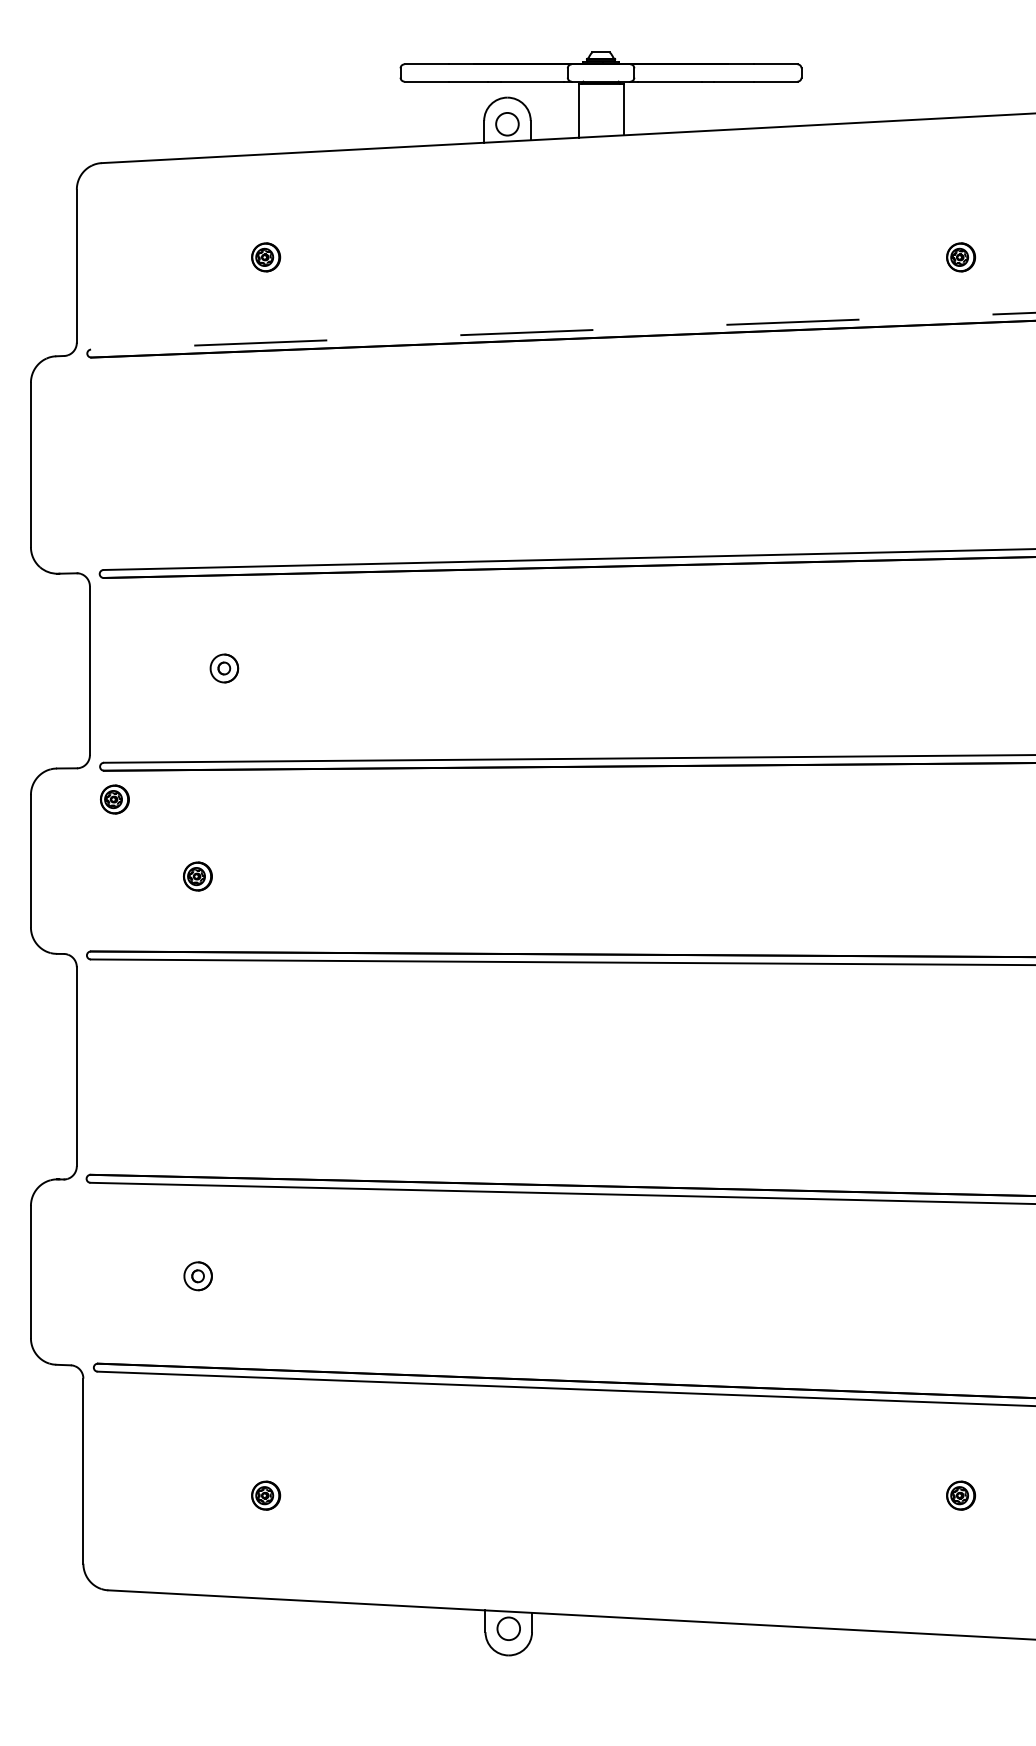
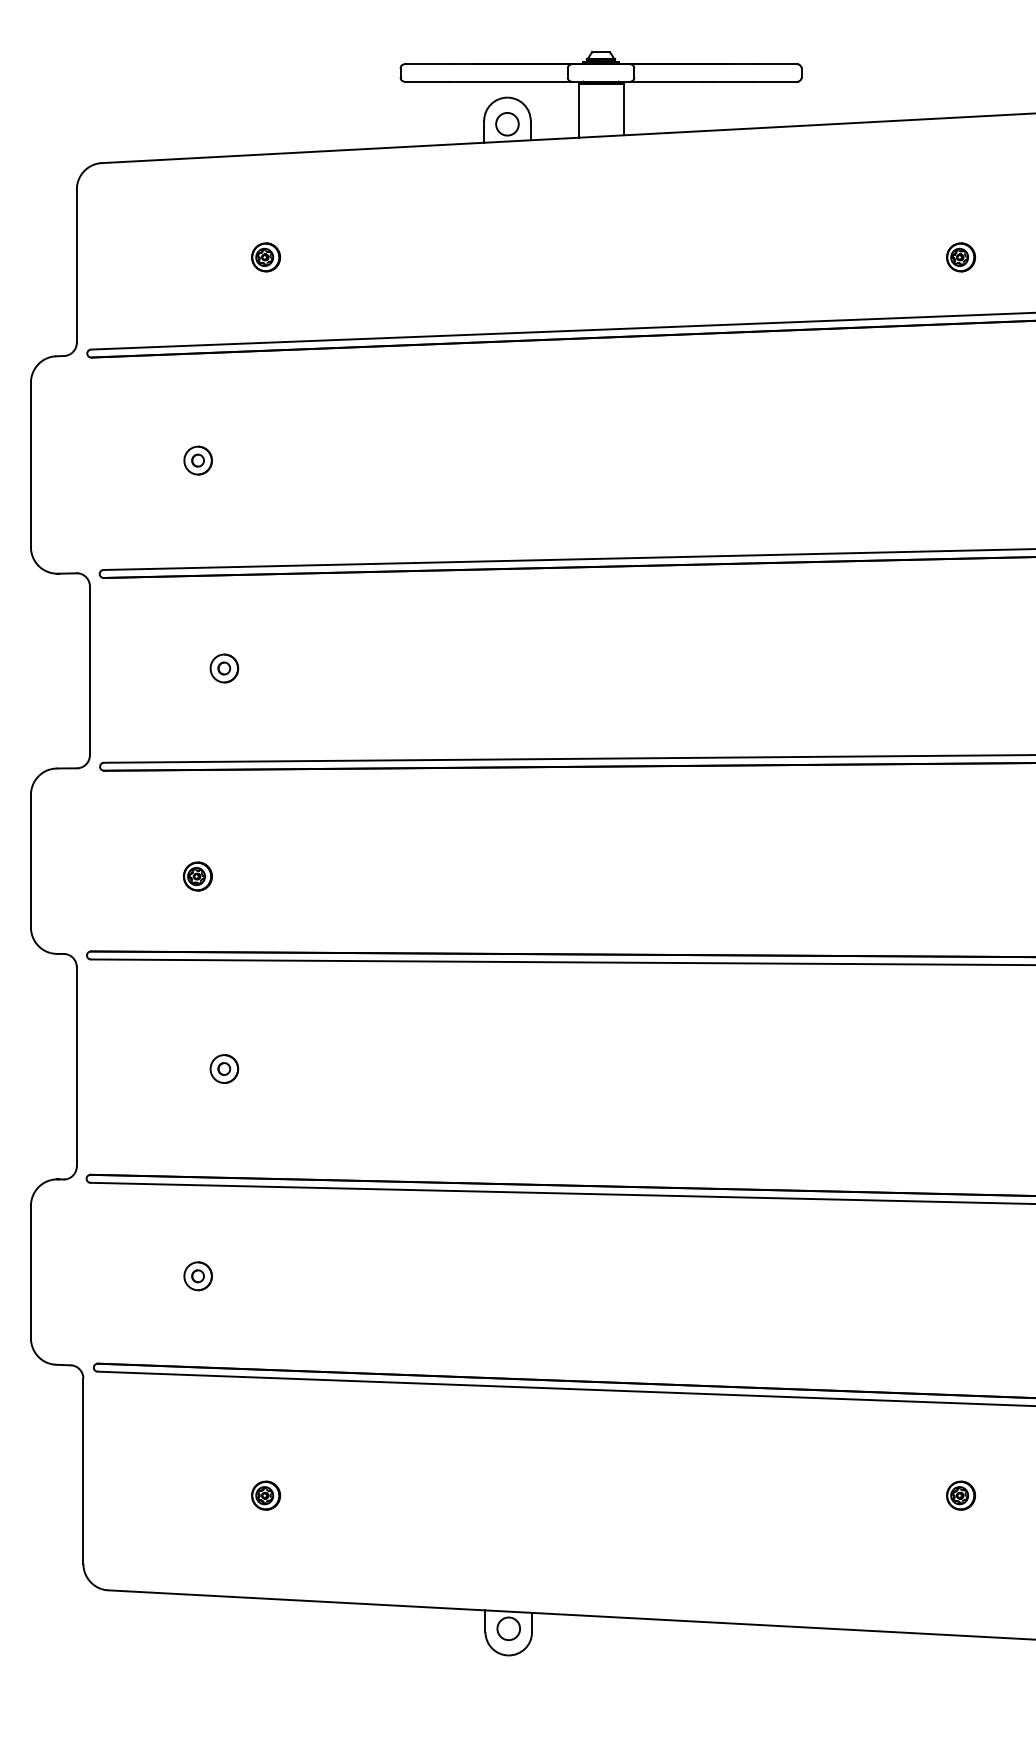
line at (563, 331): dashed -> solid
part at (197, 460): none -> present
part at (114, 799): present -> none
part at (224, 1068): none -> present
